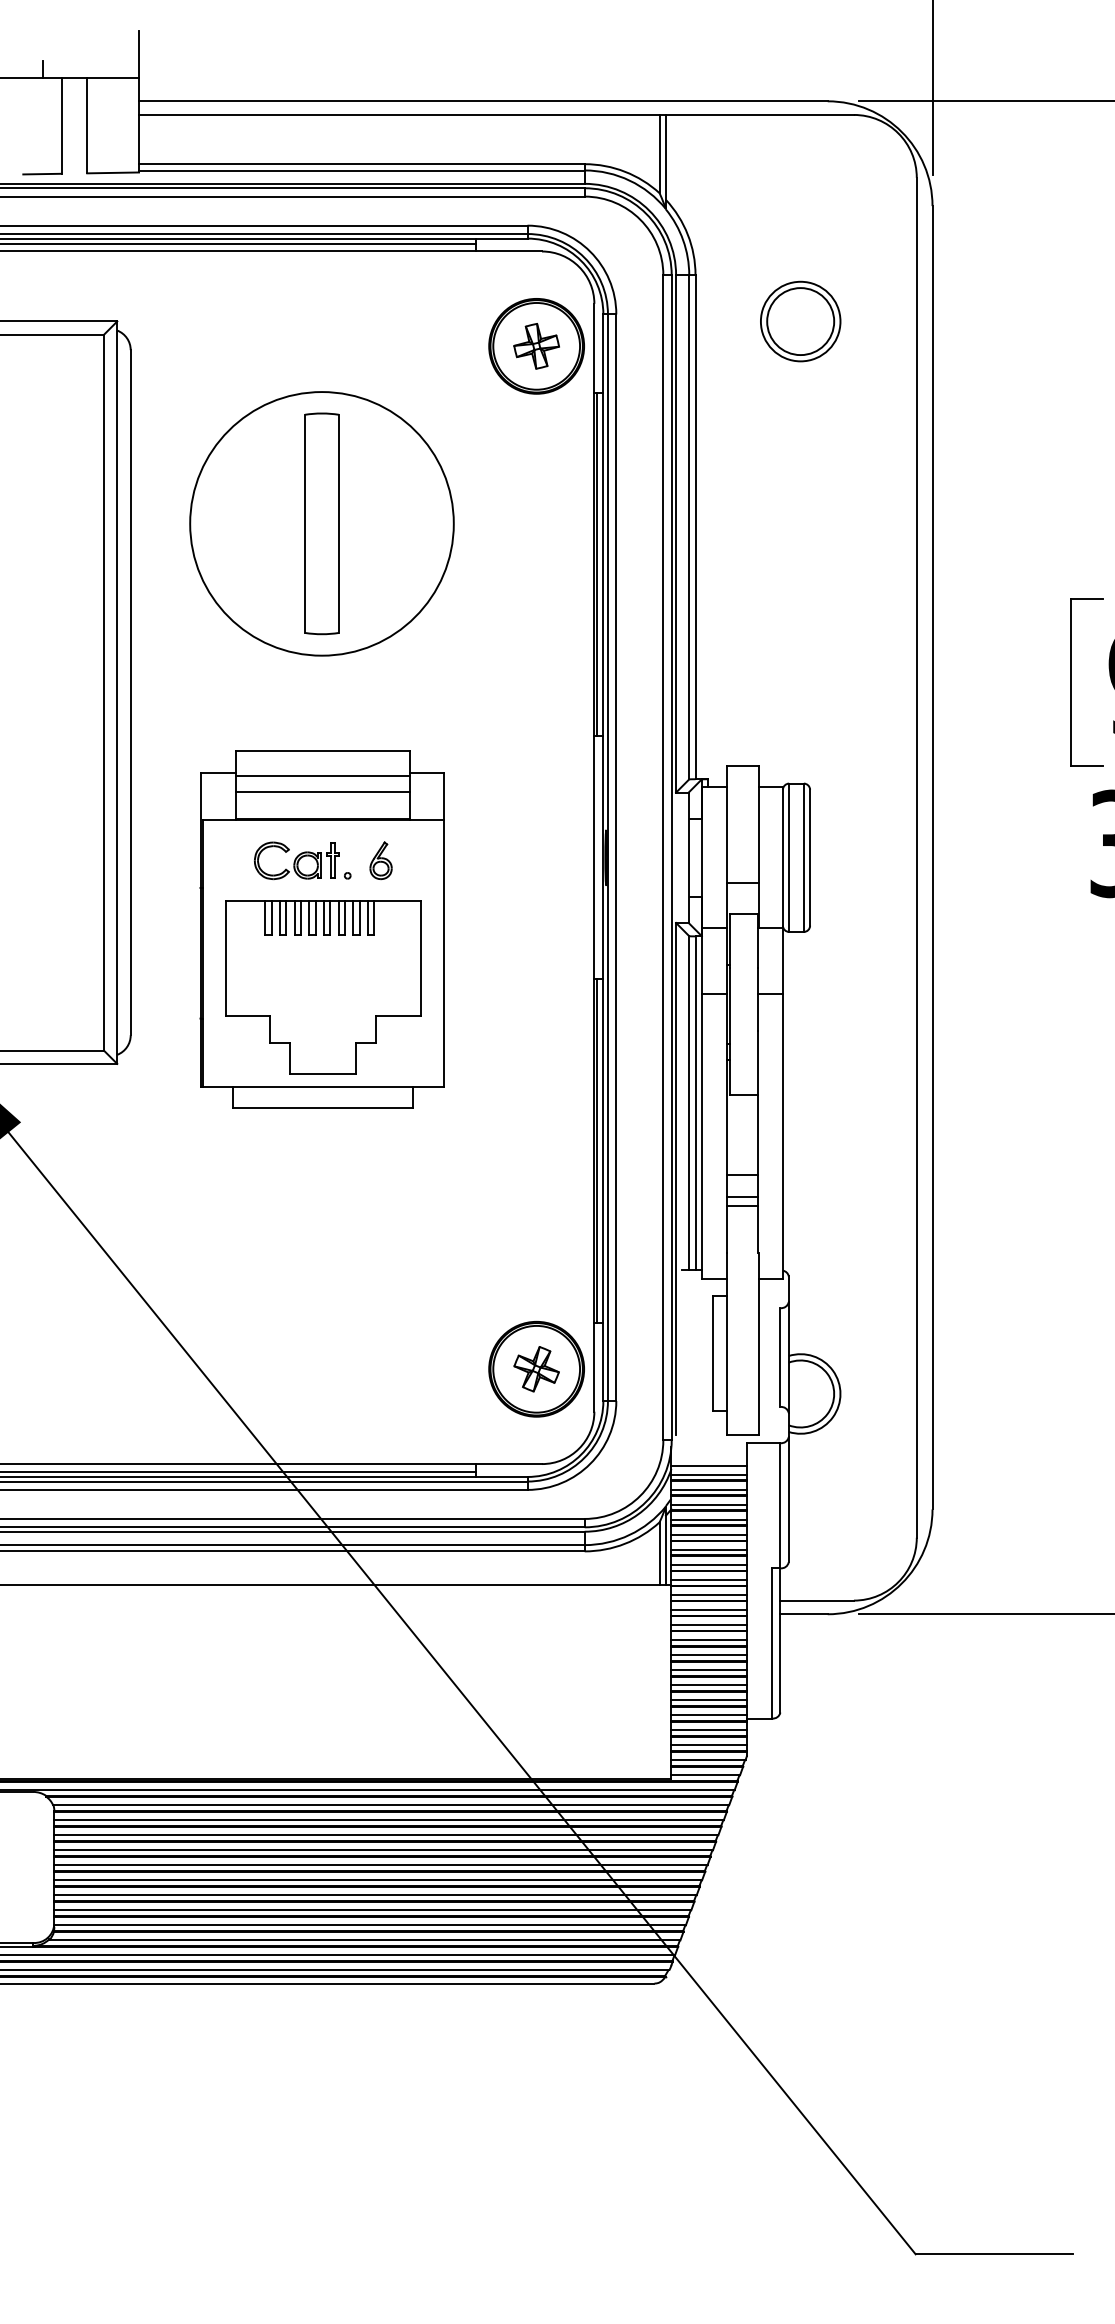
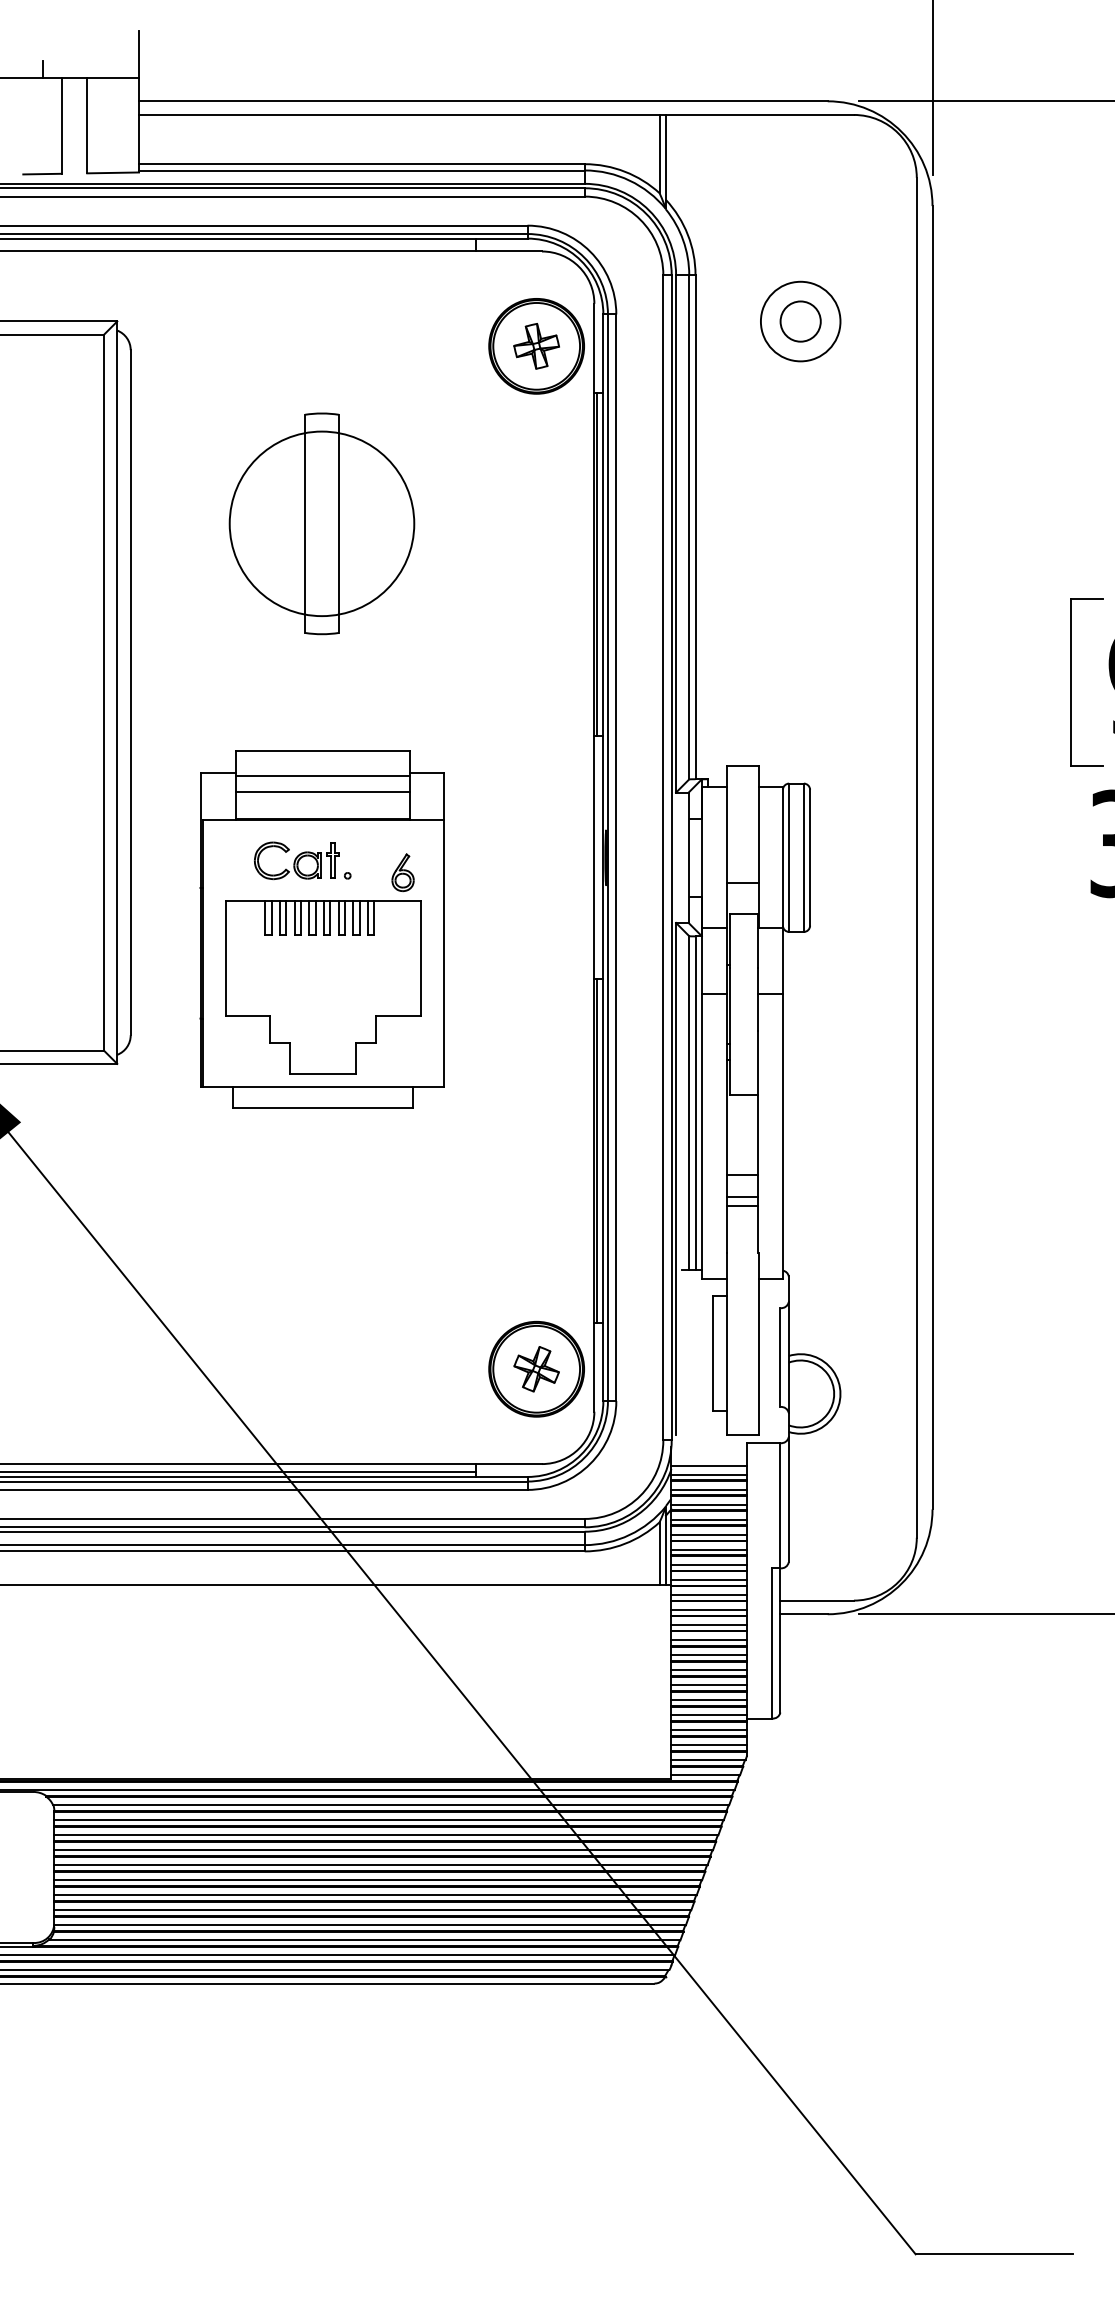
line at (239, 243): present -> none
circle at (800, 321) diameter: 67 px -> 40 px
circle at (321, 523) diameter: 264 px -> 185 px
part at (380, 860) position: (380, 860) -> (402, 872)
